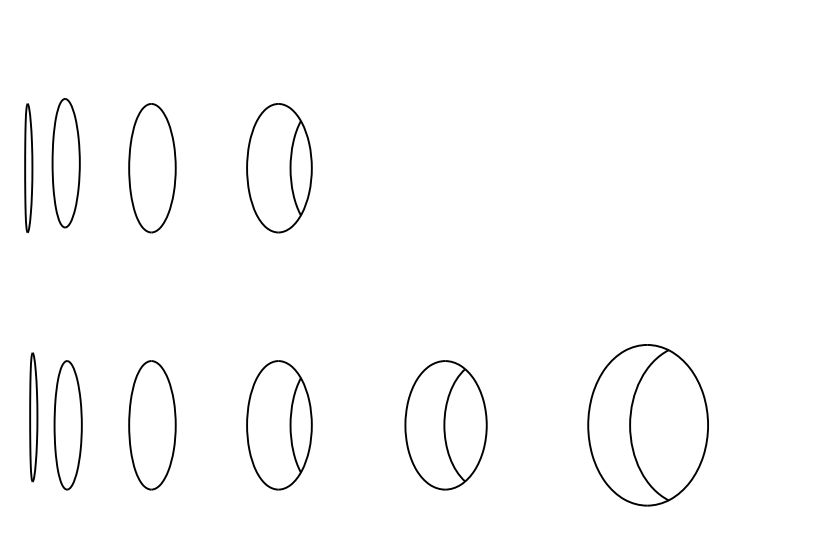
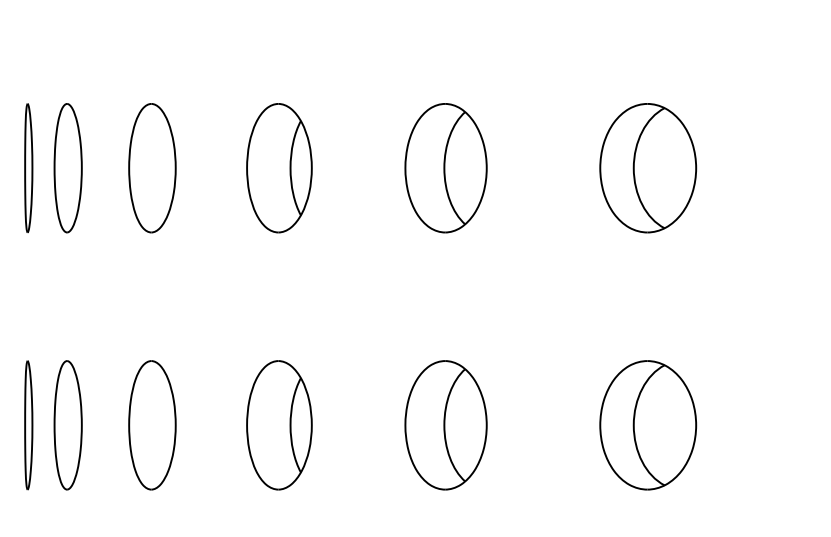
part at (65, 163) position: (65, 163) -> (67, 168)
part at (445, 168): none -> present
part at (648, 168): none -> present
part at (33, 417) position: (33, 417) -> (28, 425)
part at (647, 425) size: 122x163 px -> 99x131 px
